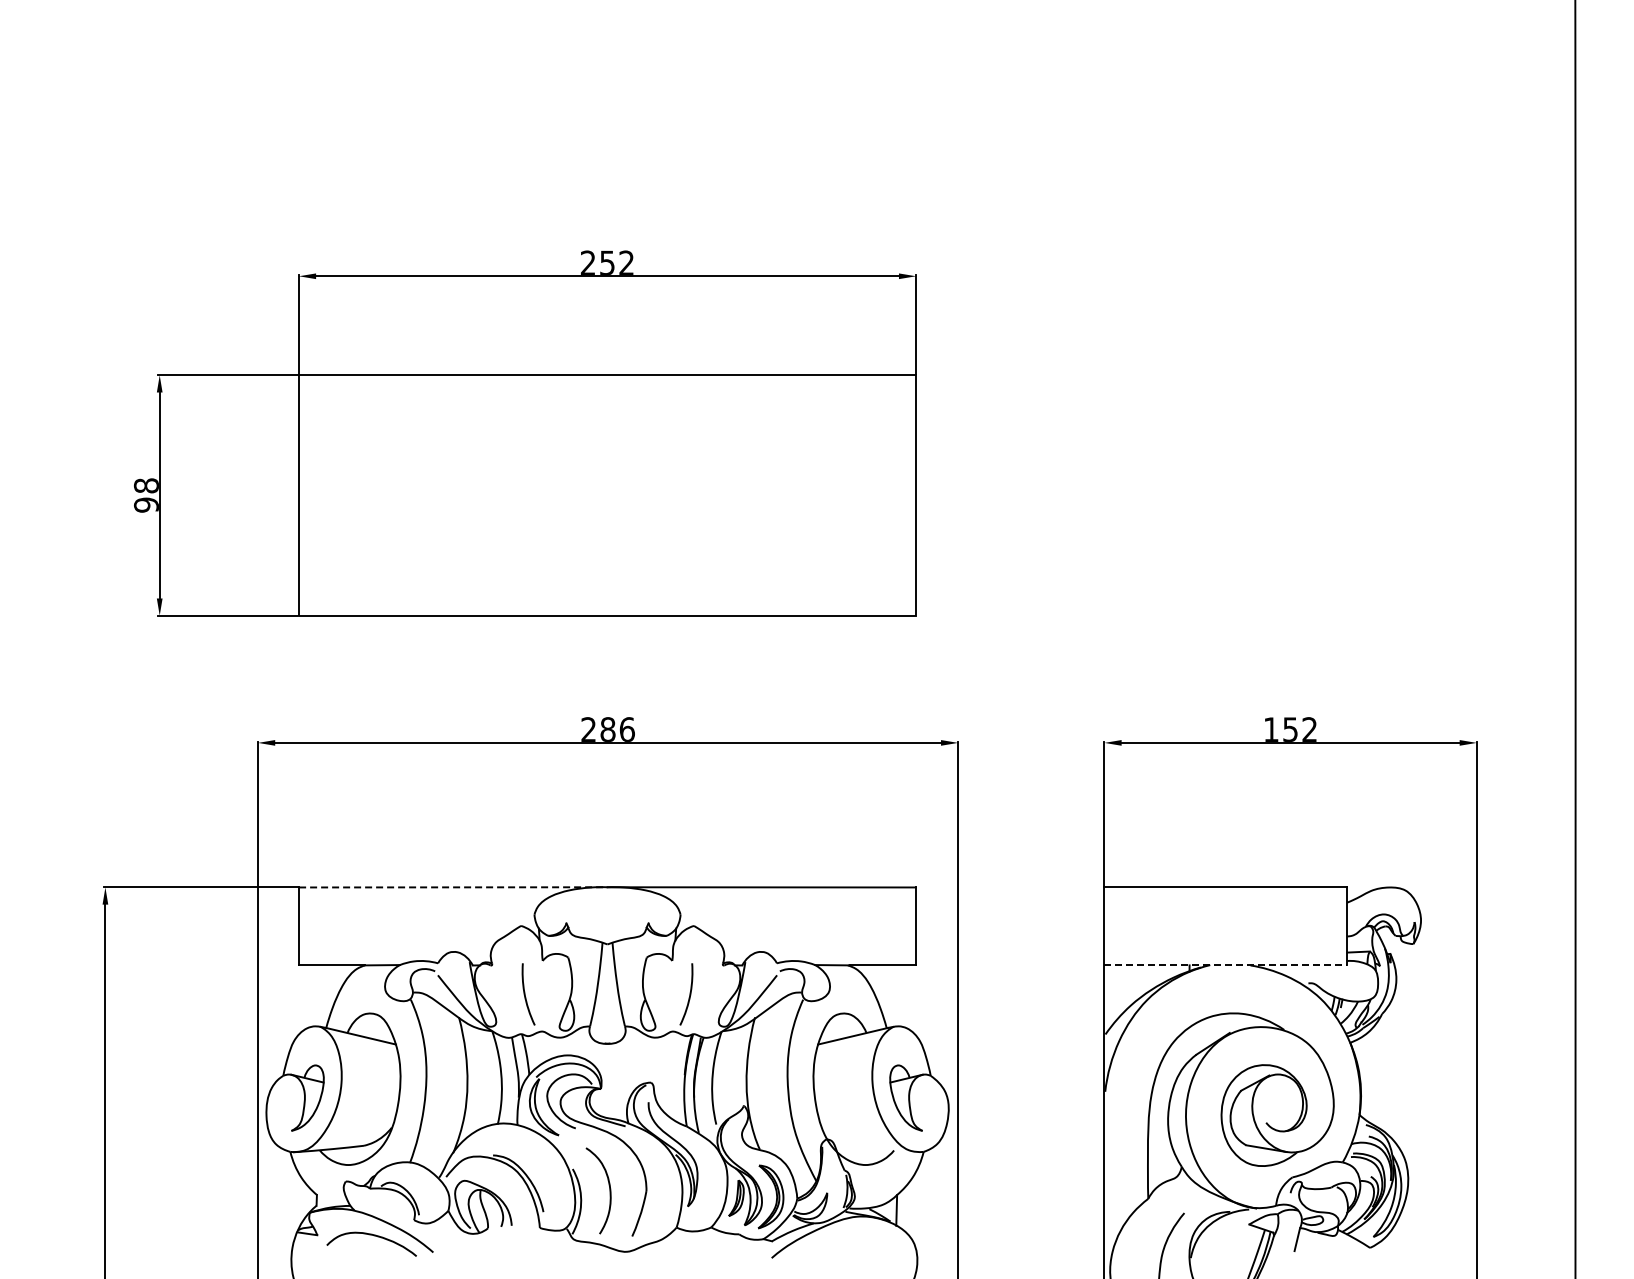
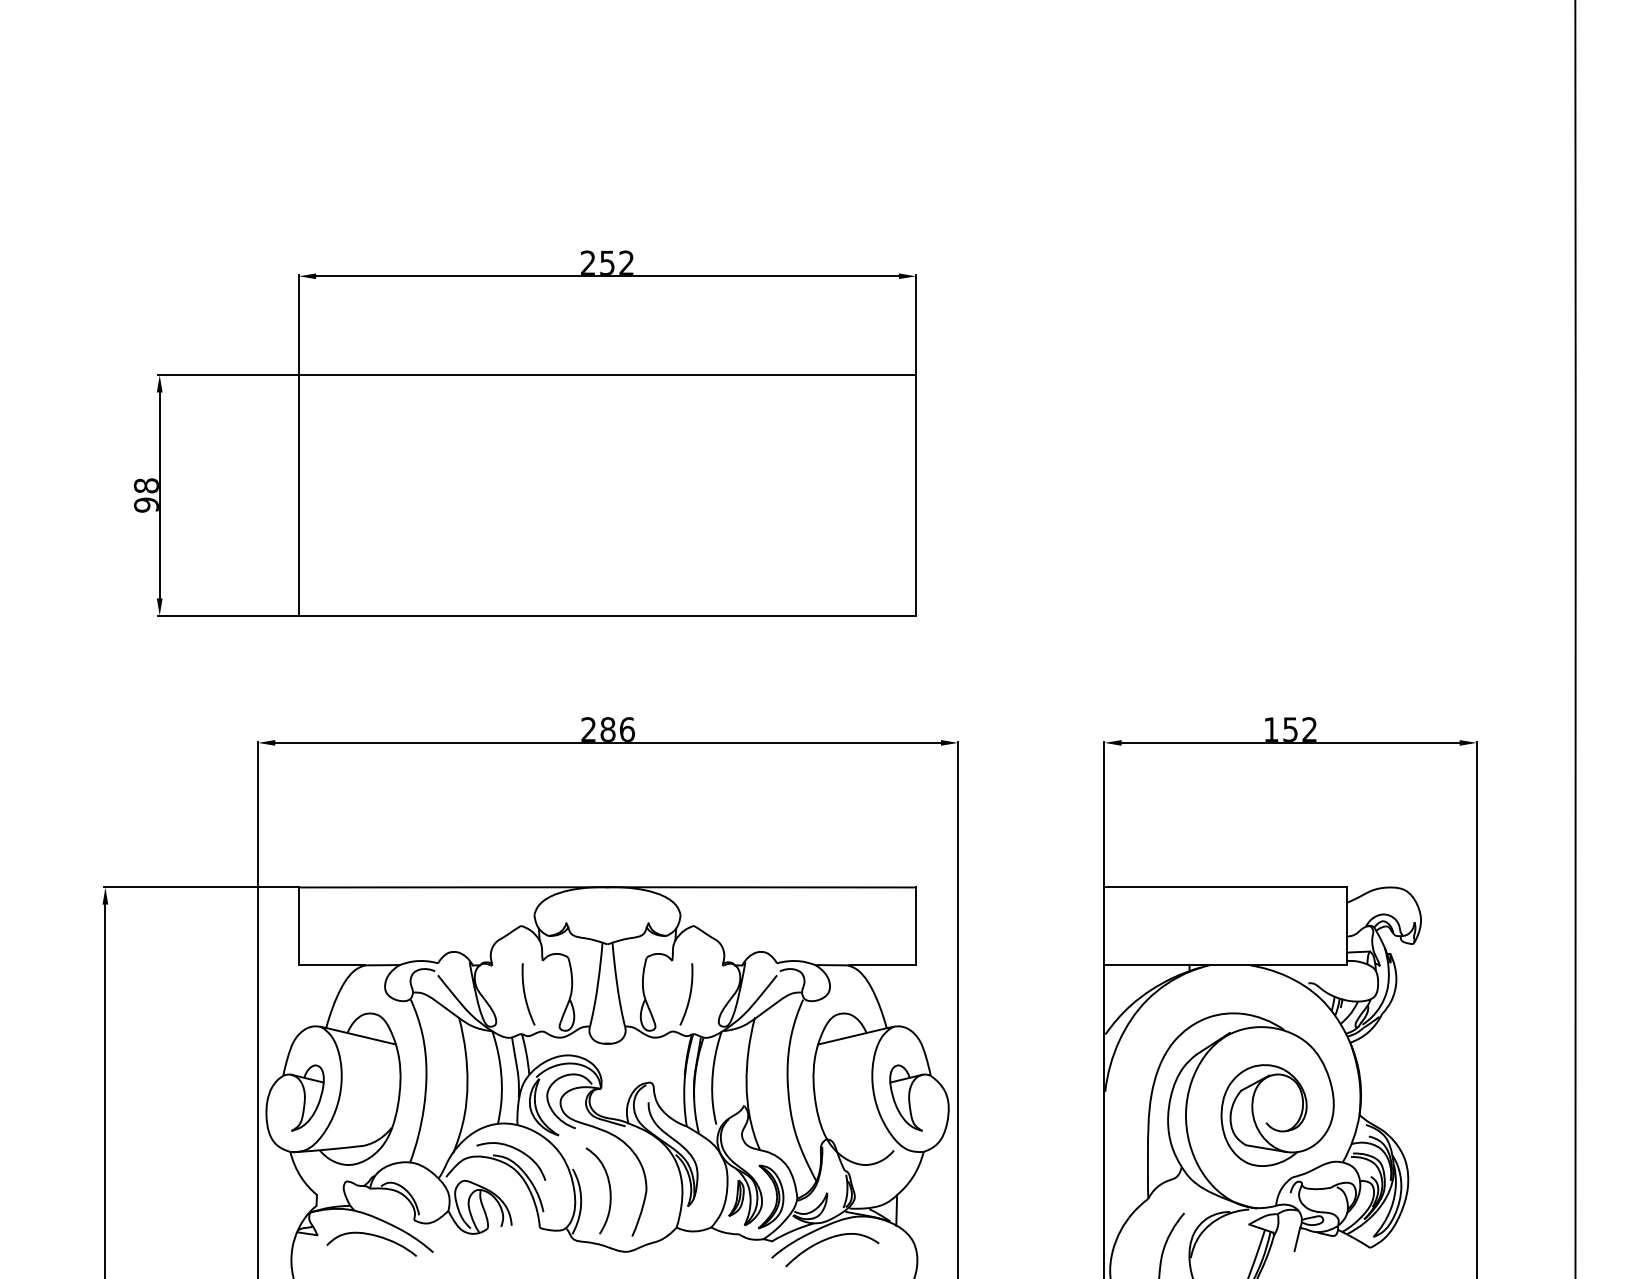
line at (453, 887): dashed -> solid
line at (1226, 965): dashed -> solid
curve at (516, 1150): none -> present
curve at (829, 1239): none -> present
